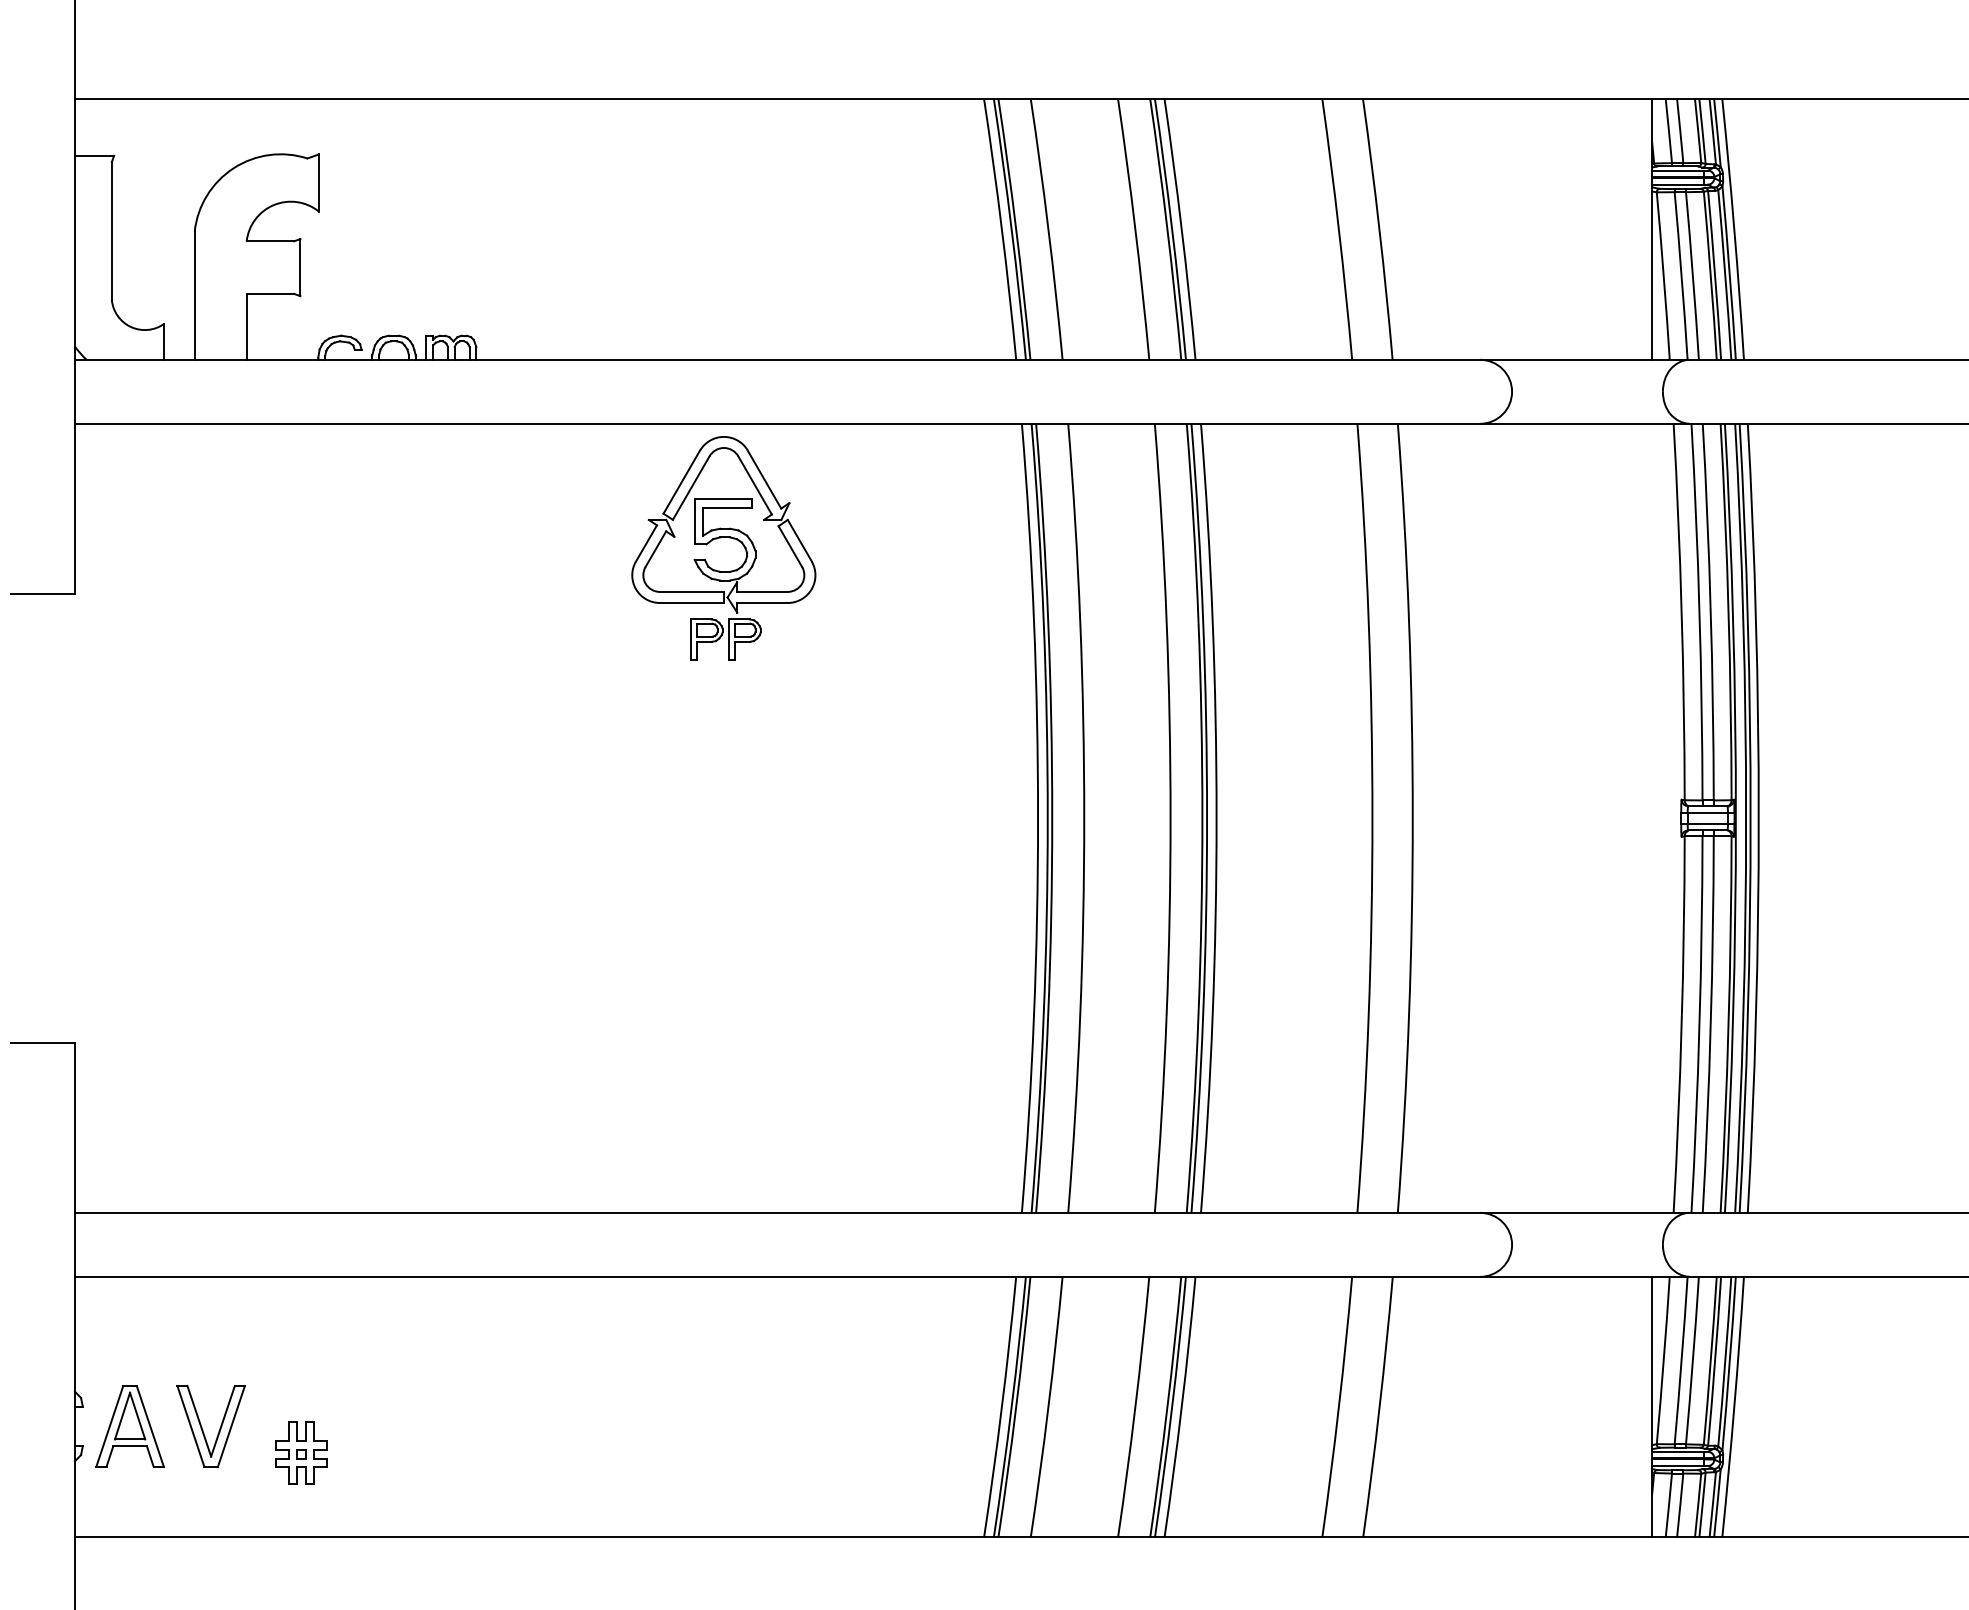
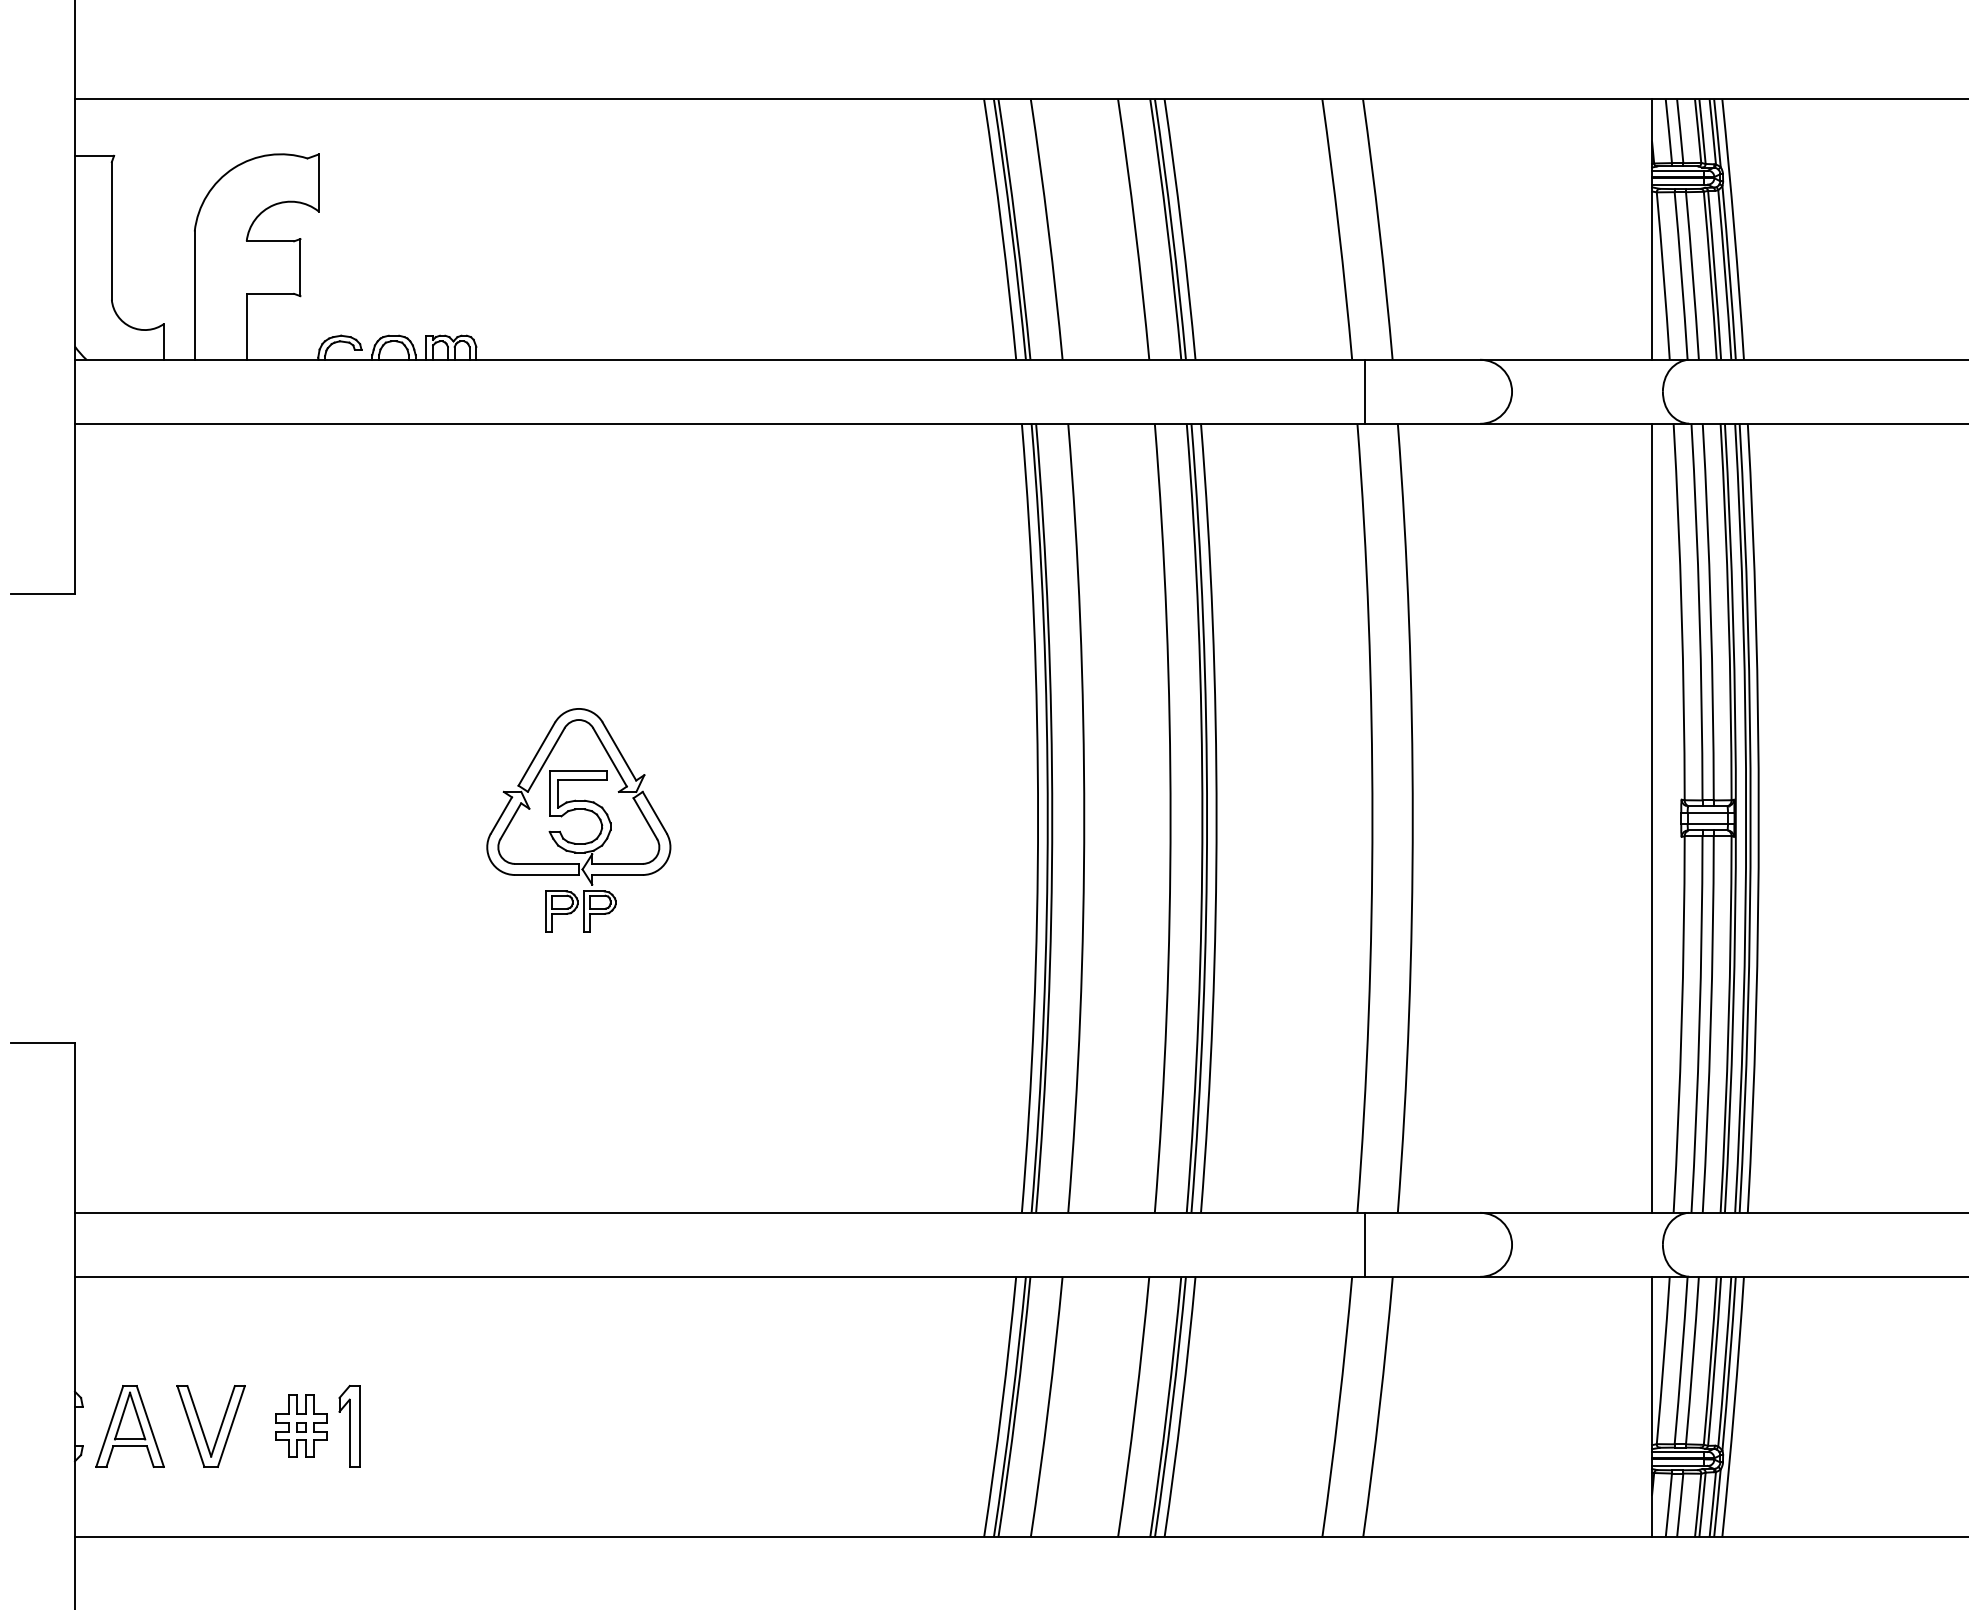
line at (1365, 391): none -> present
part at (720, 538) position: (720, 538) -> (575, 810)
line at (1652, 817): none -> present
line at (1365, 1244): none -> present
part at (349, 1426): none -> present
part at (301, 1452) position: (301, 1452) -> (301, 1425)
